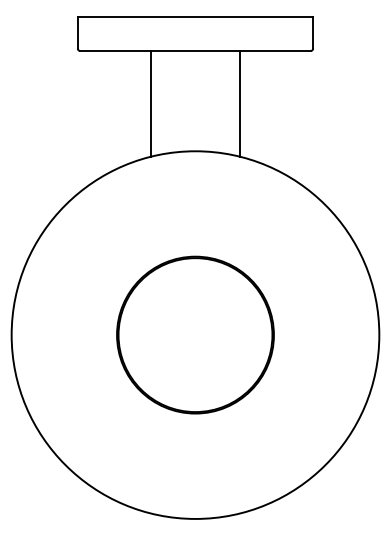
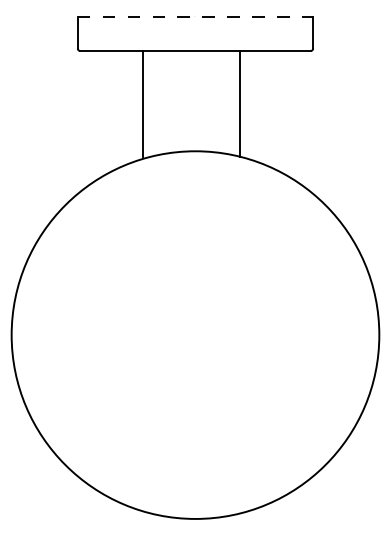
line at (195, 16): solid -> dashed
line at (151, 103) position: (151, 103) -> (143, 103)
part at (195, 334): present -> none
